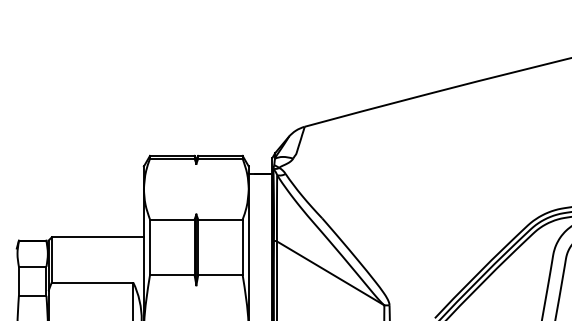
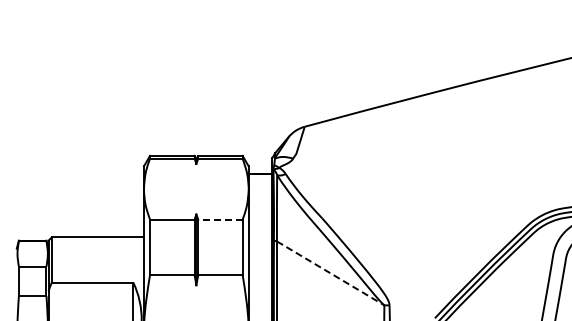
line at (219, 219): solid -> dashed
line at (331, 273): solid -> dashed
